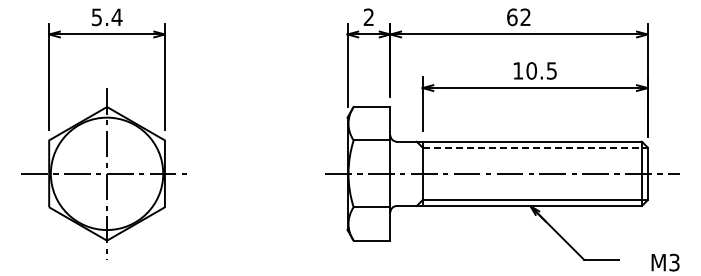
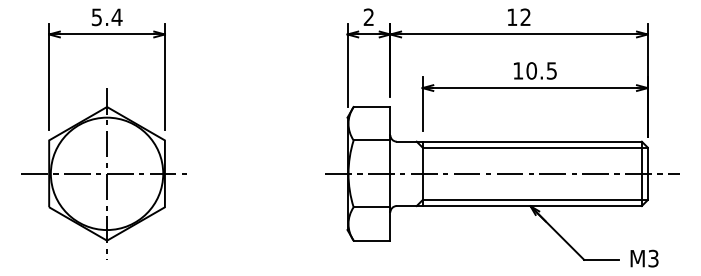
text at (512, 17): 62 -> 12
line at (535, 147): dashed -> solid
text at (665, 262) position: (665, 262) -> (644, 258)
